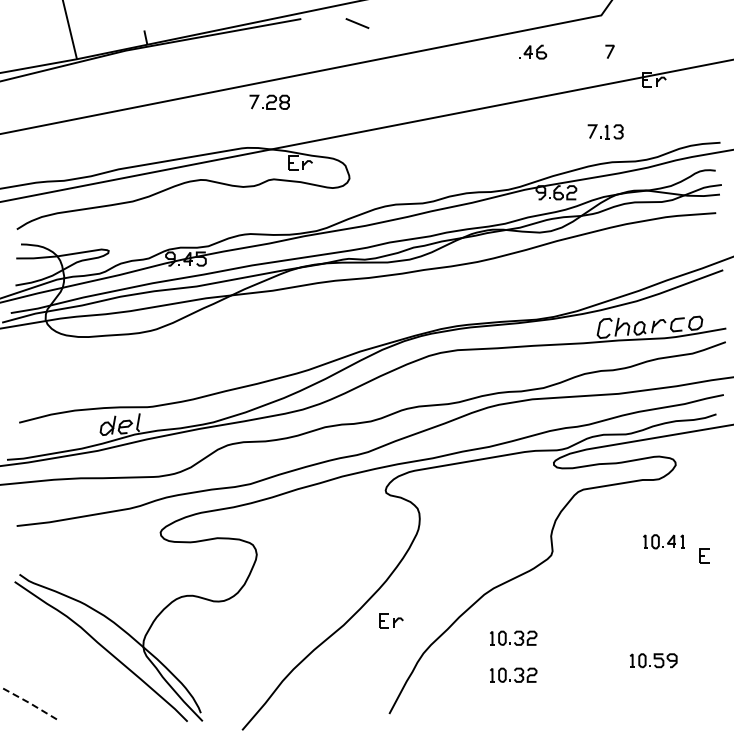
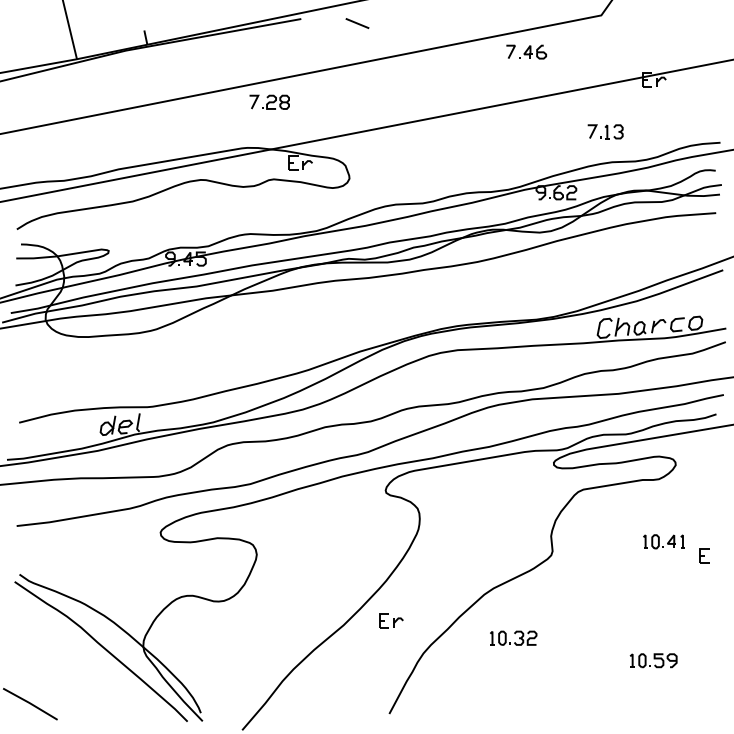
line at (610, 51) position: (610, 51) -> (511, 51)
part at (513, 674): present -> none
line at (30, 703): dashed -> solid
